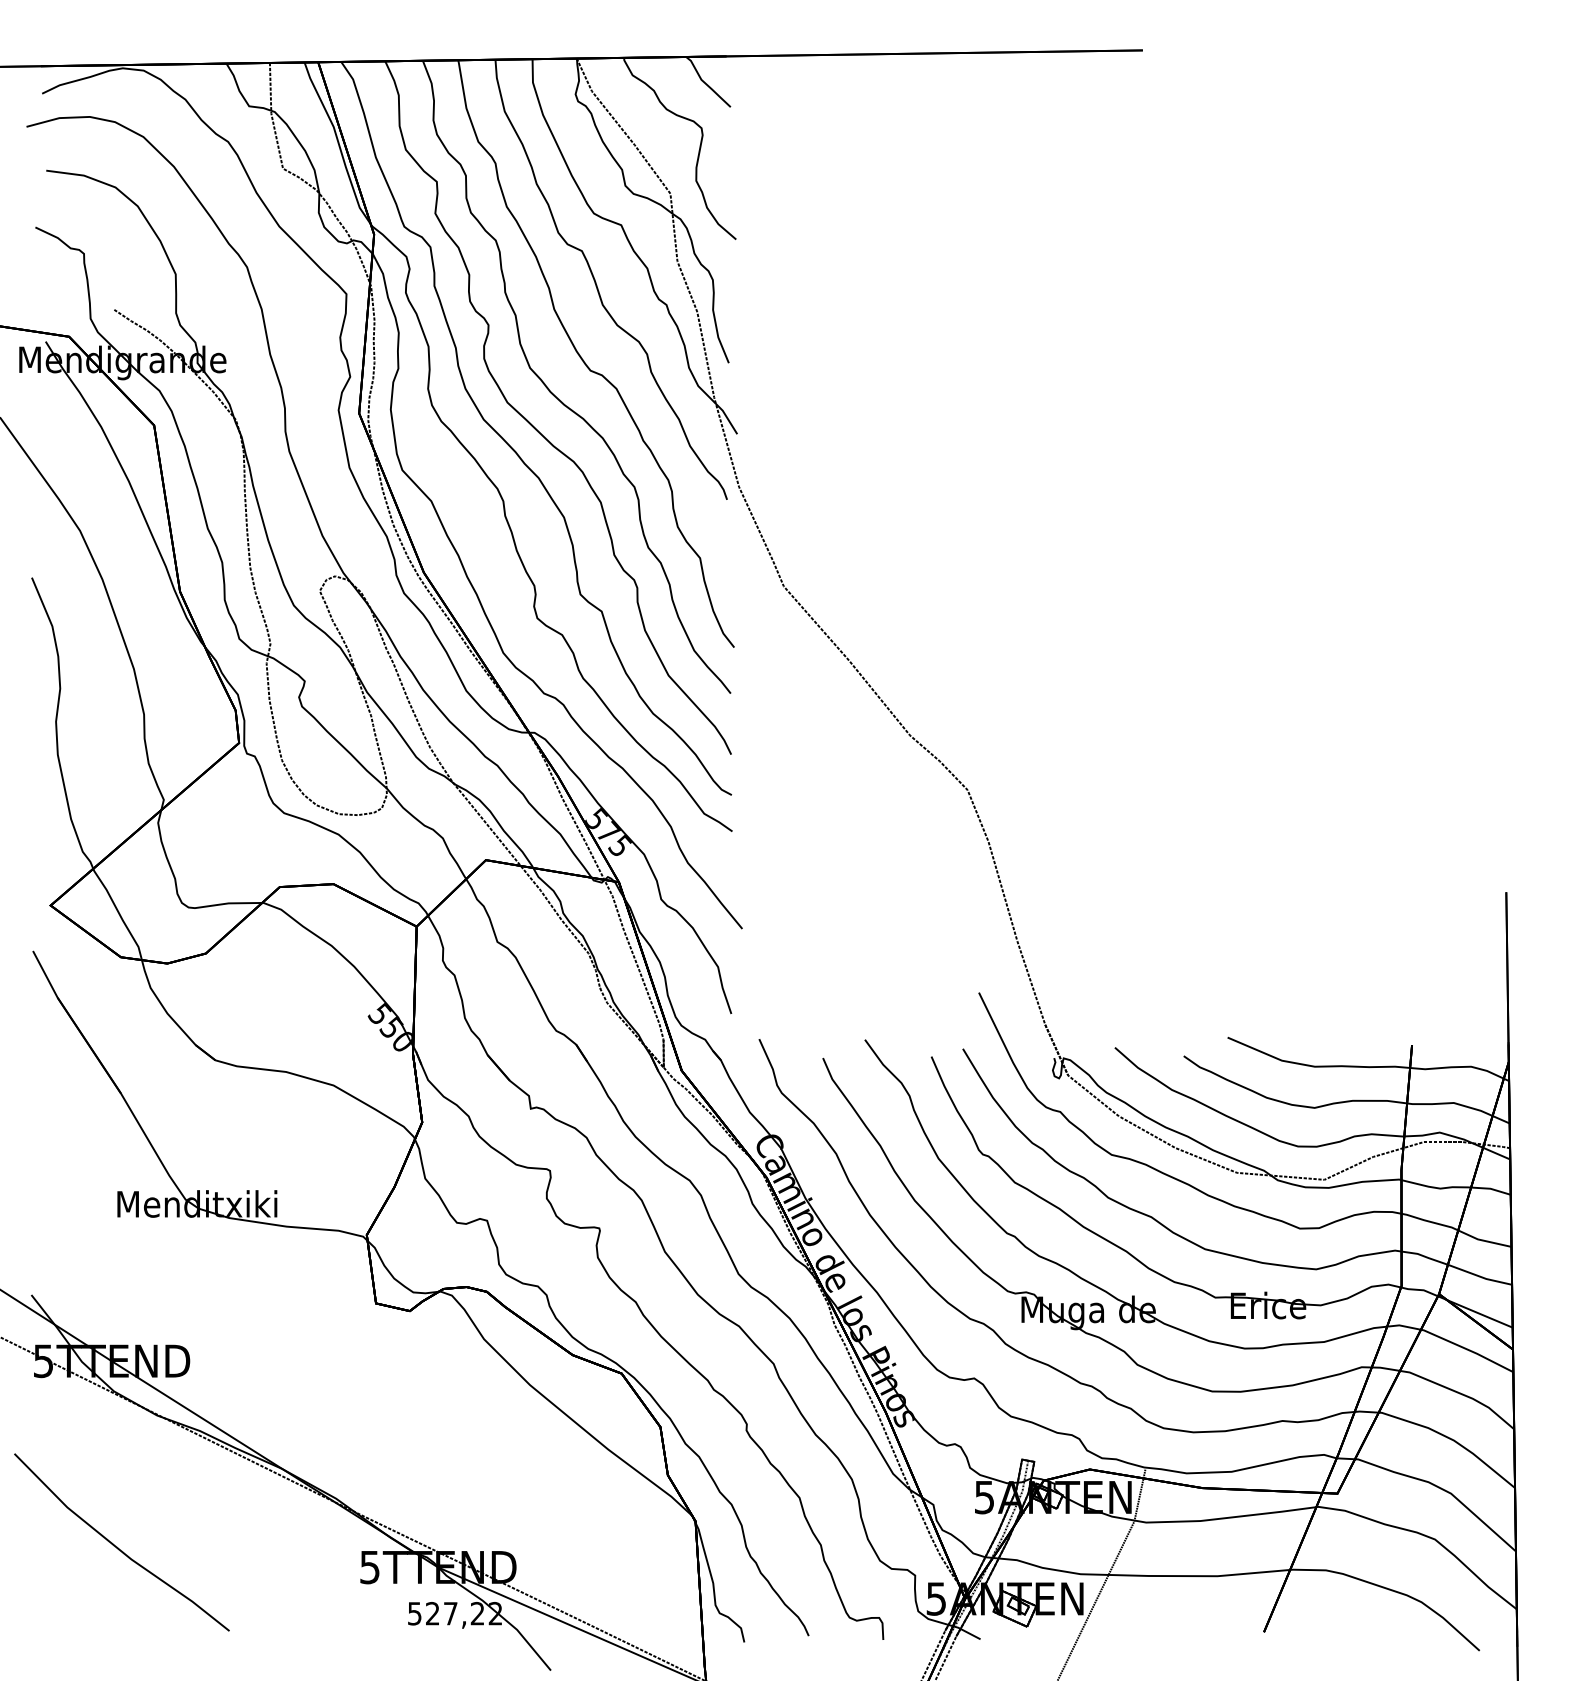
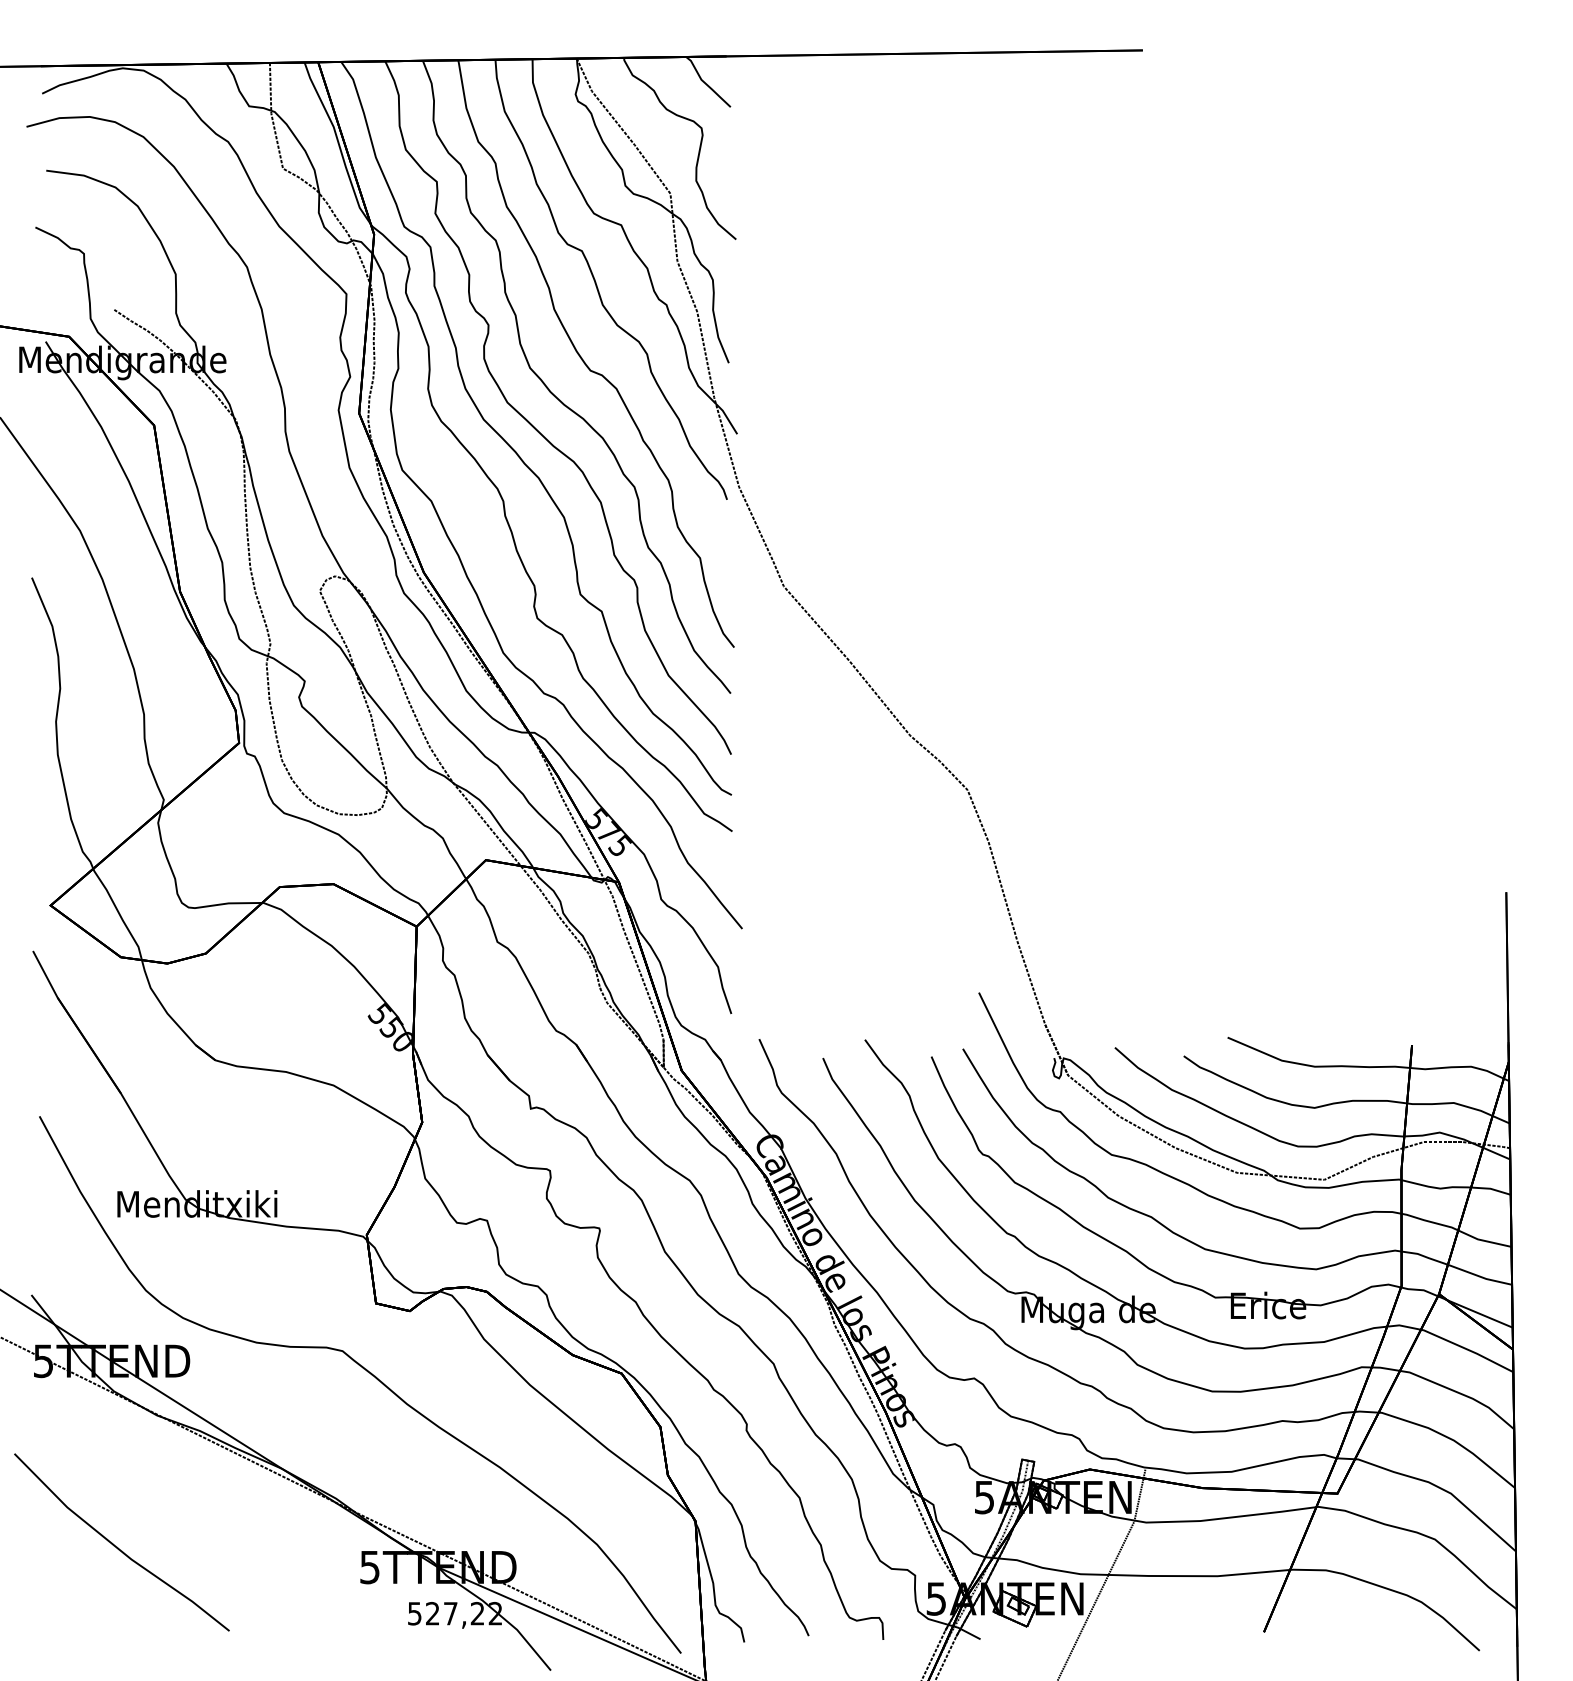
curve at (367, 1372): none -> present
